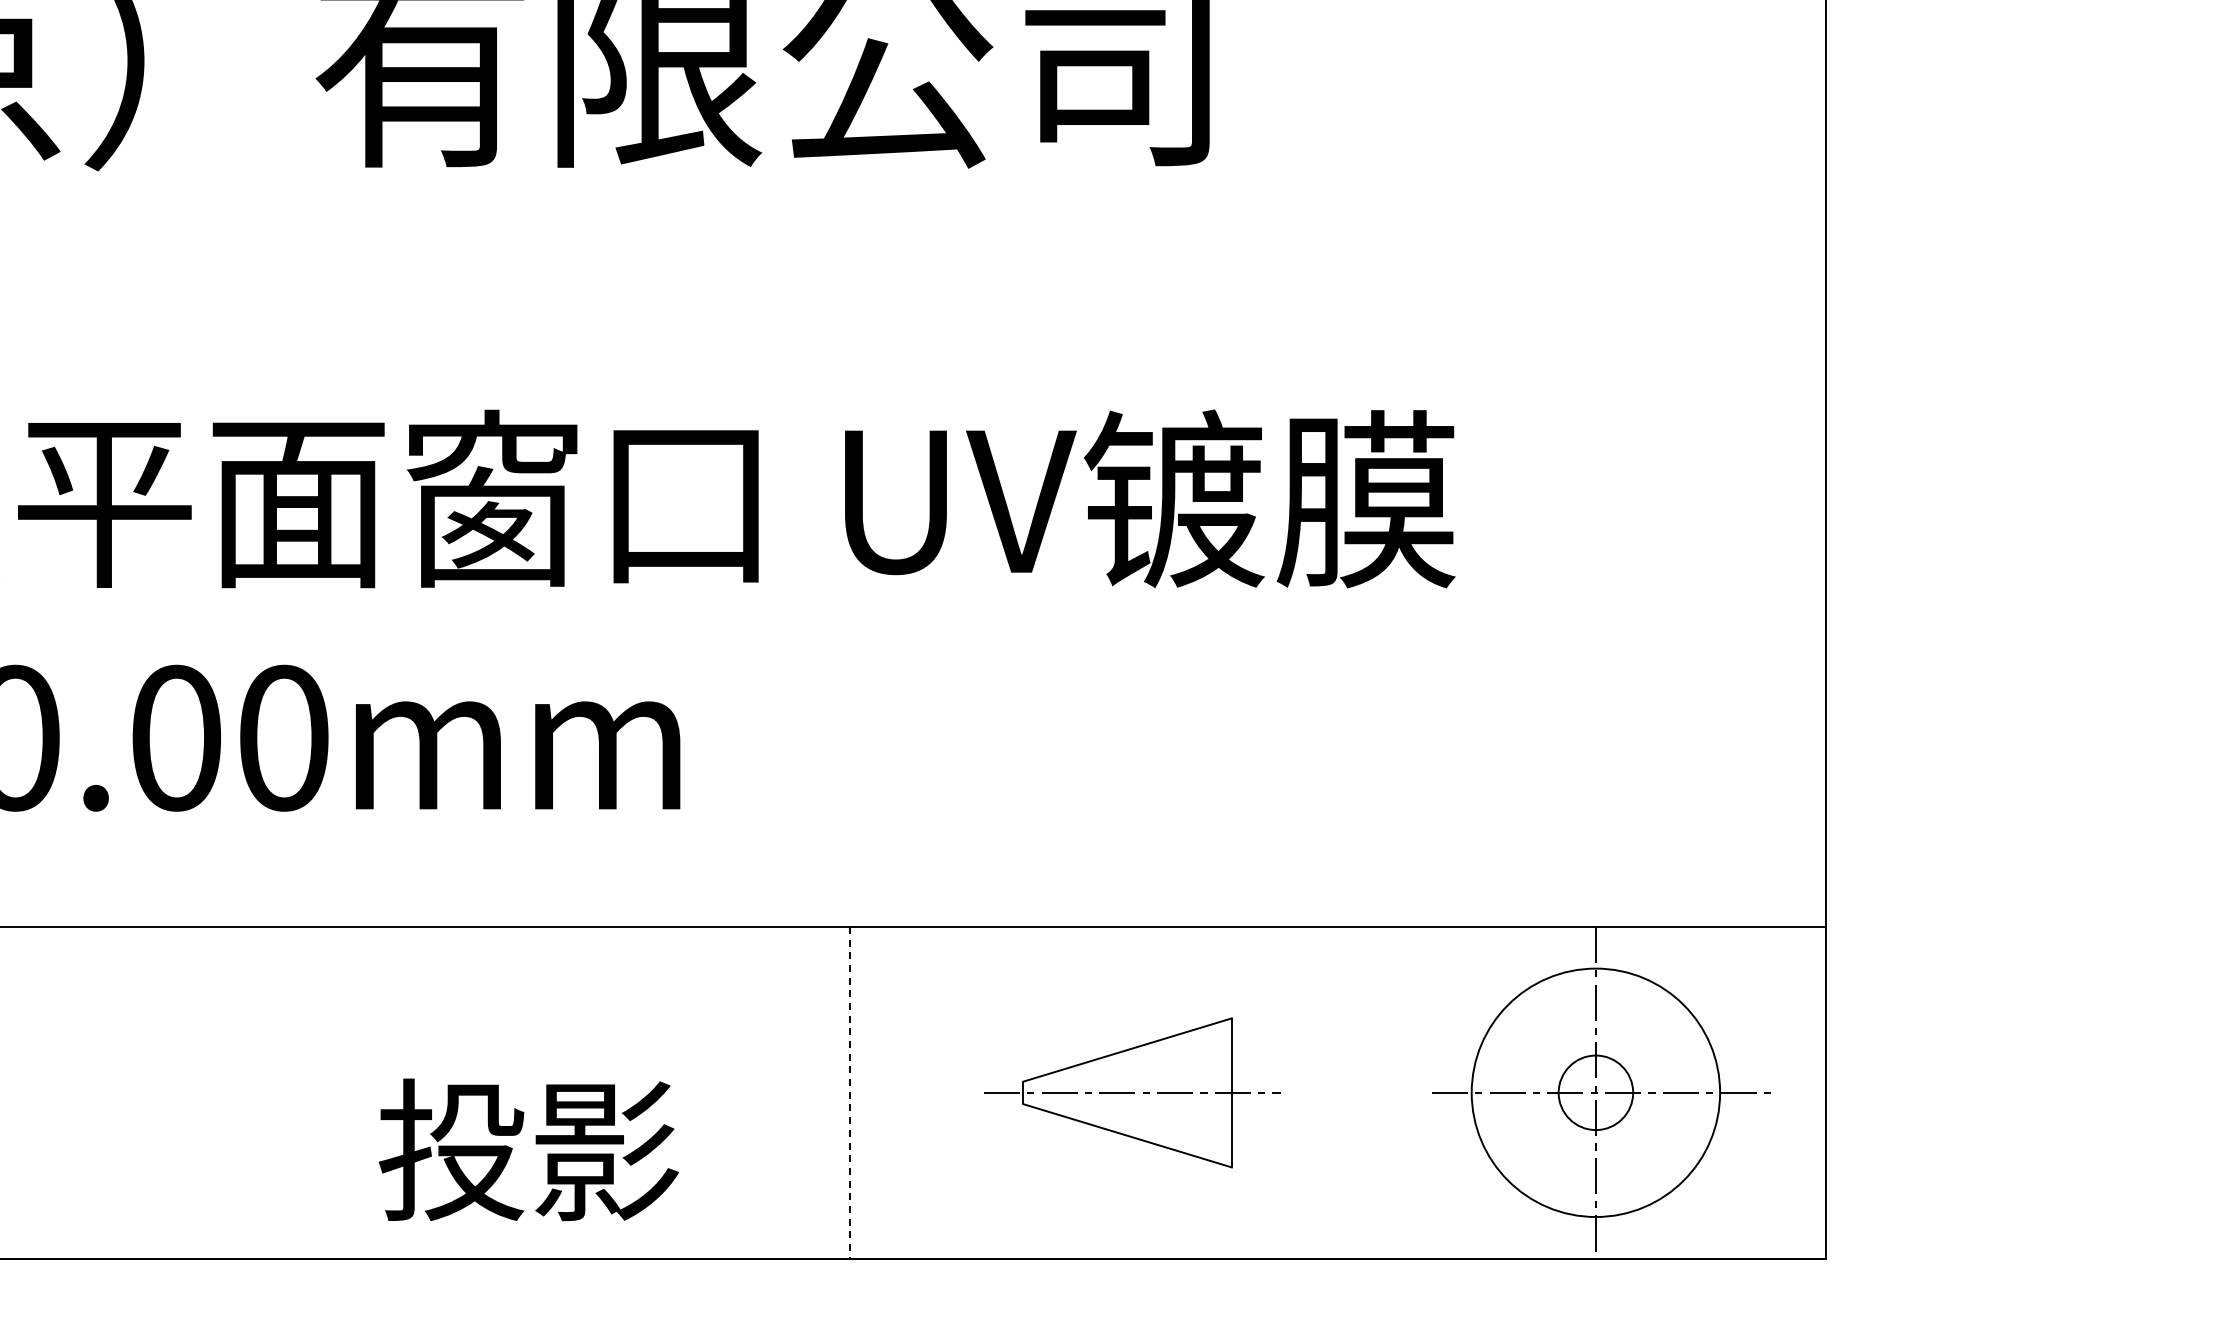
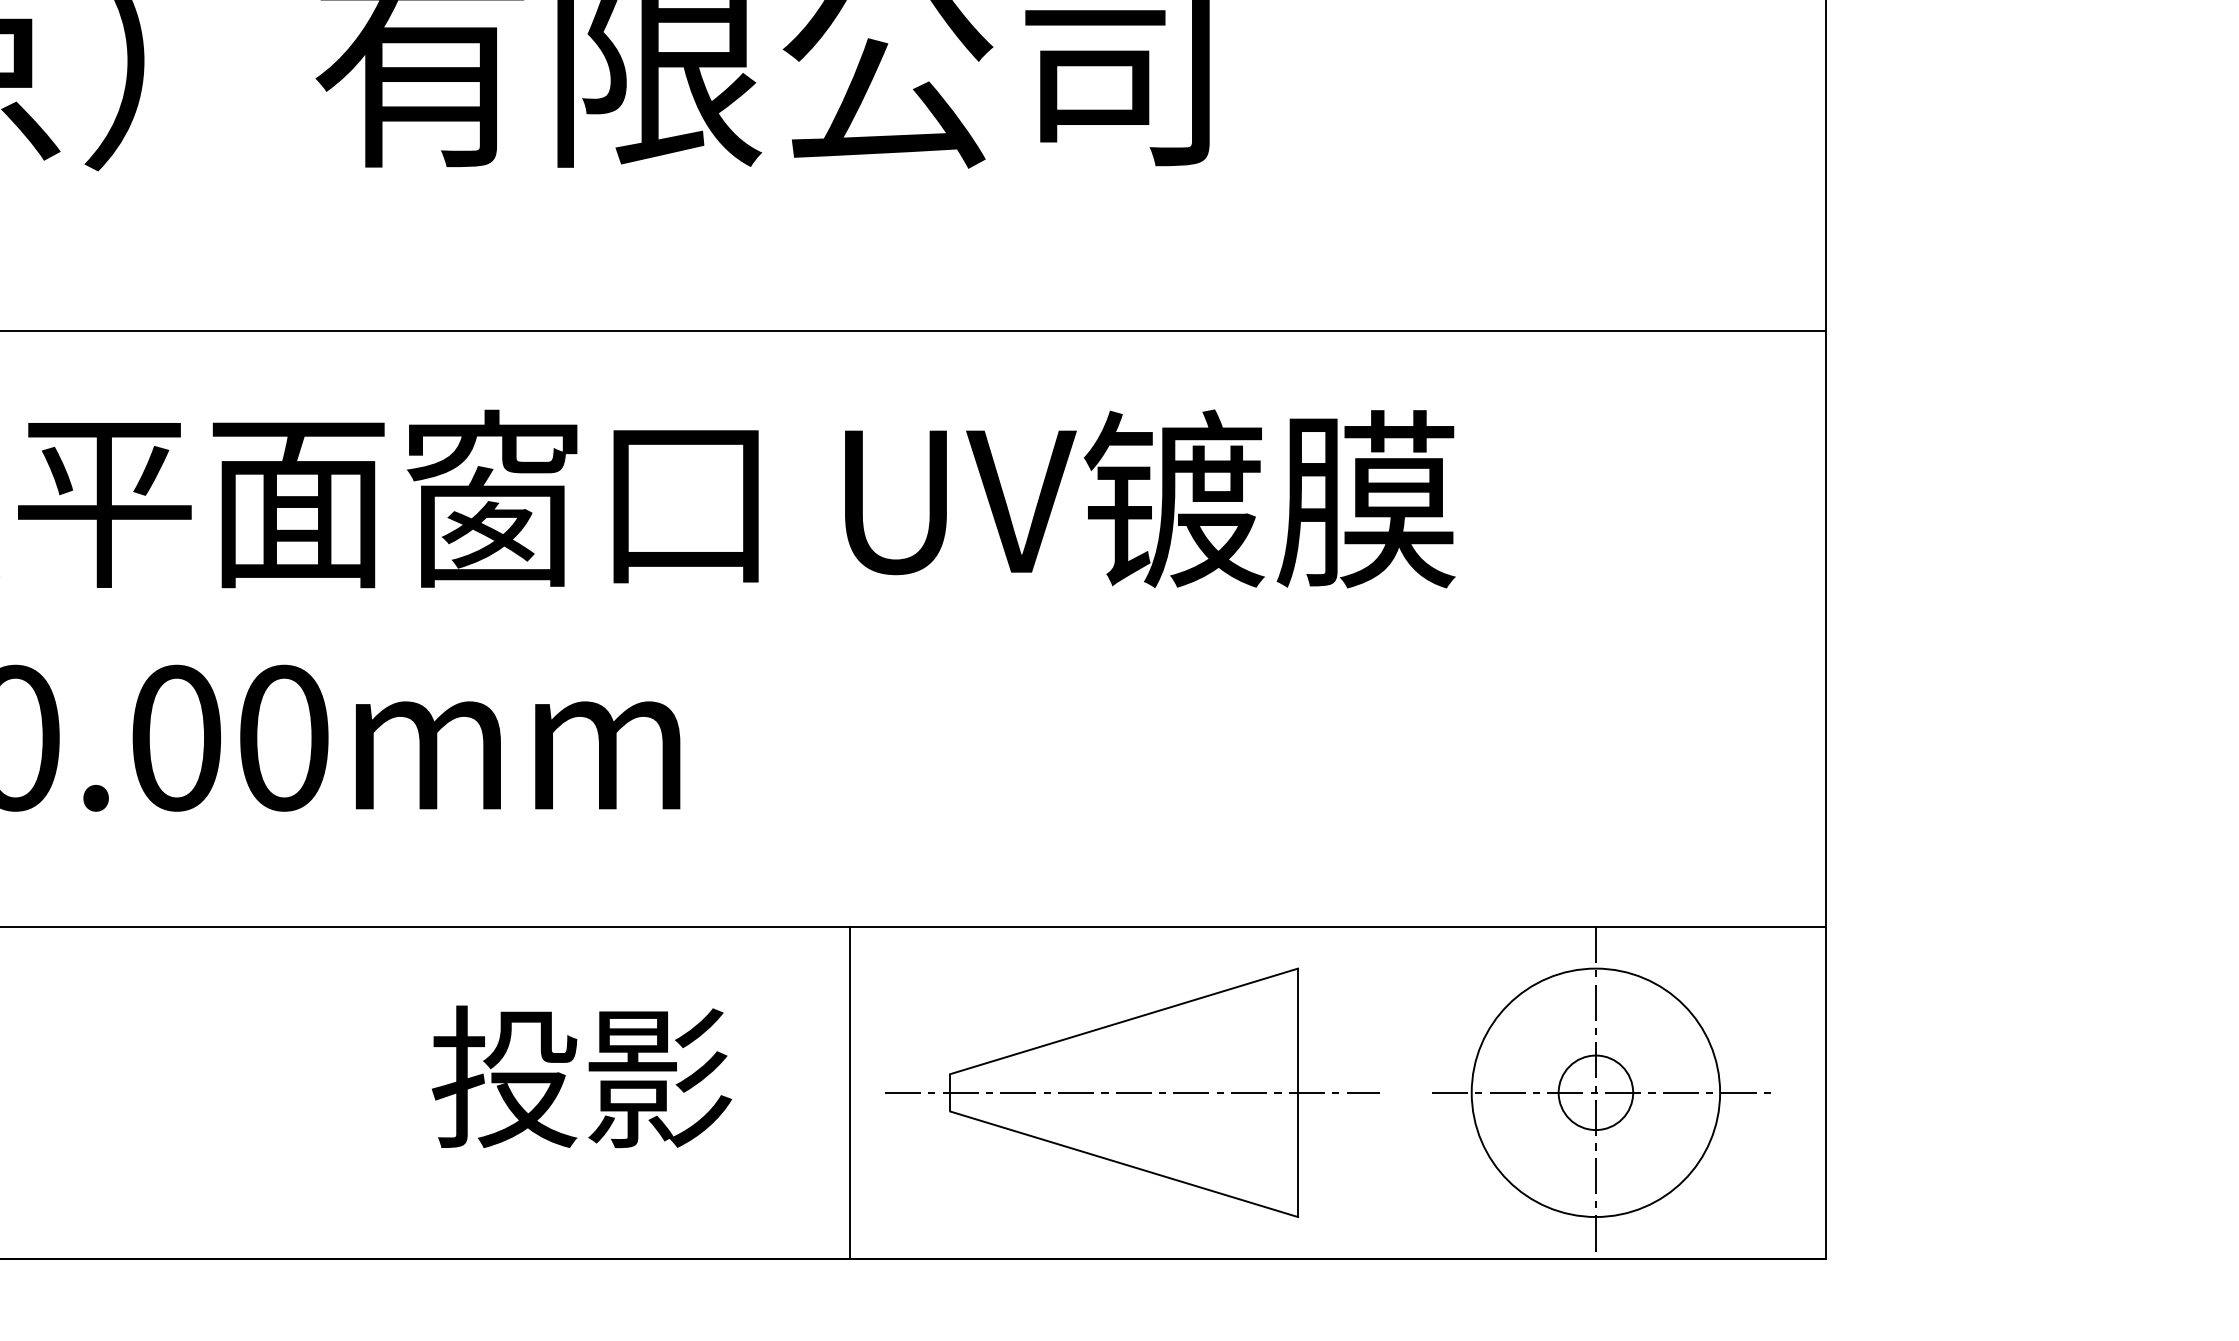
line at (913, 331): none -> present
line at (850, 1092): dashed -> solid
part at (1132, 1092) size: 297x152 px -> 495x252 px
text at (528, 1149) position: (528, 1149) -> (581, 1076)
